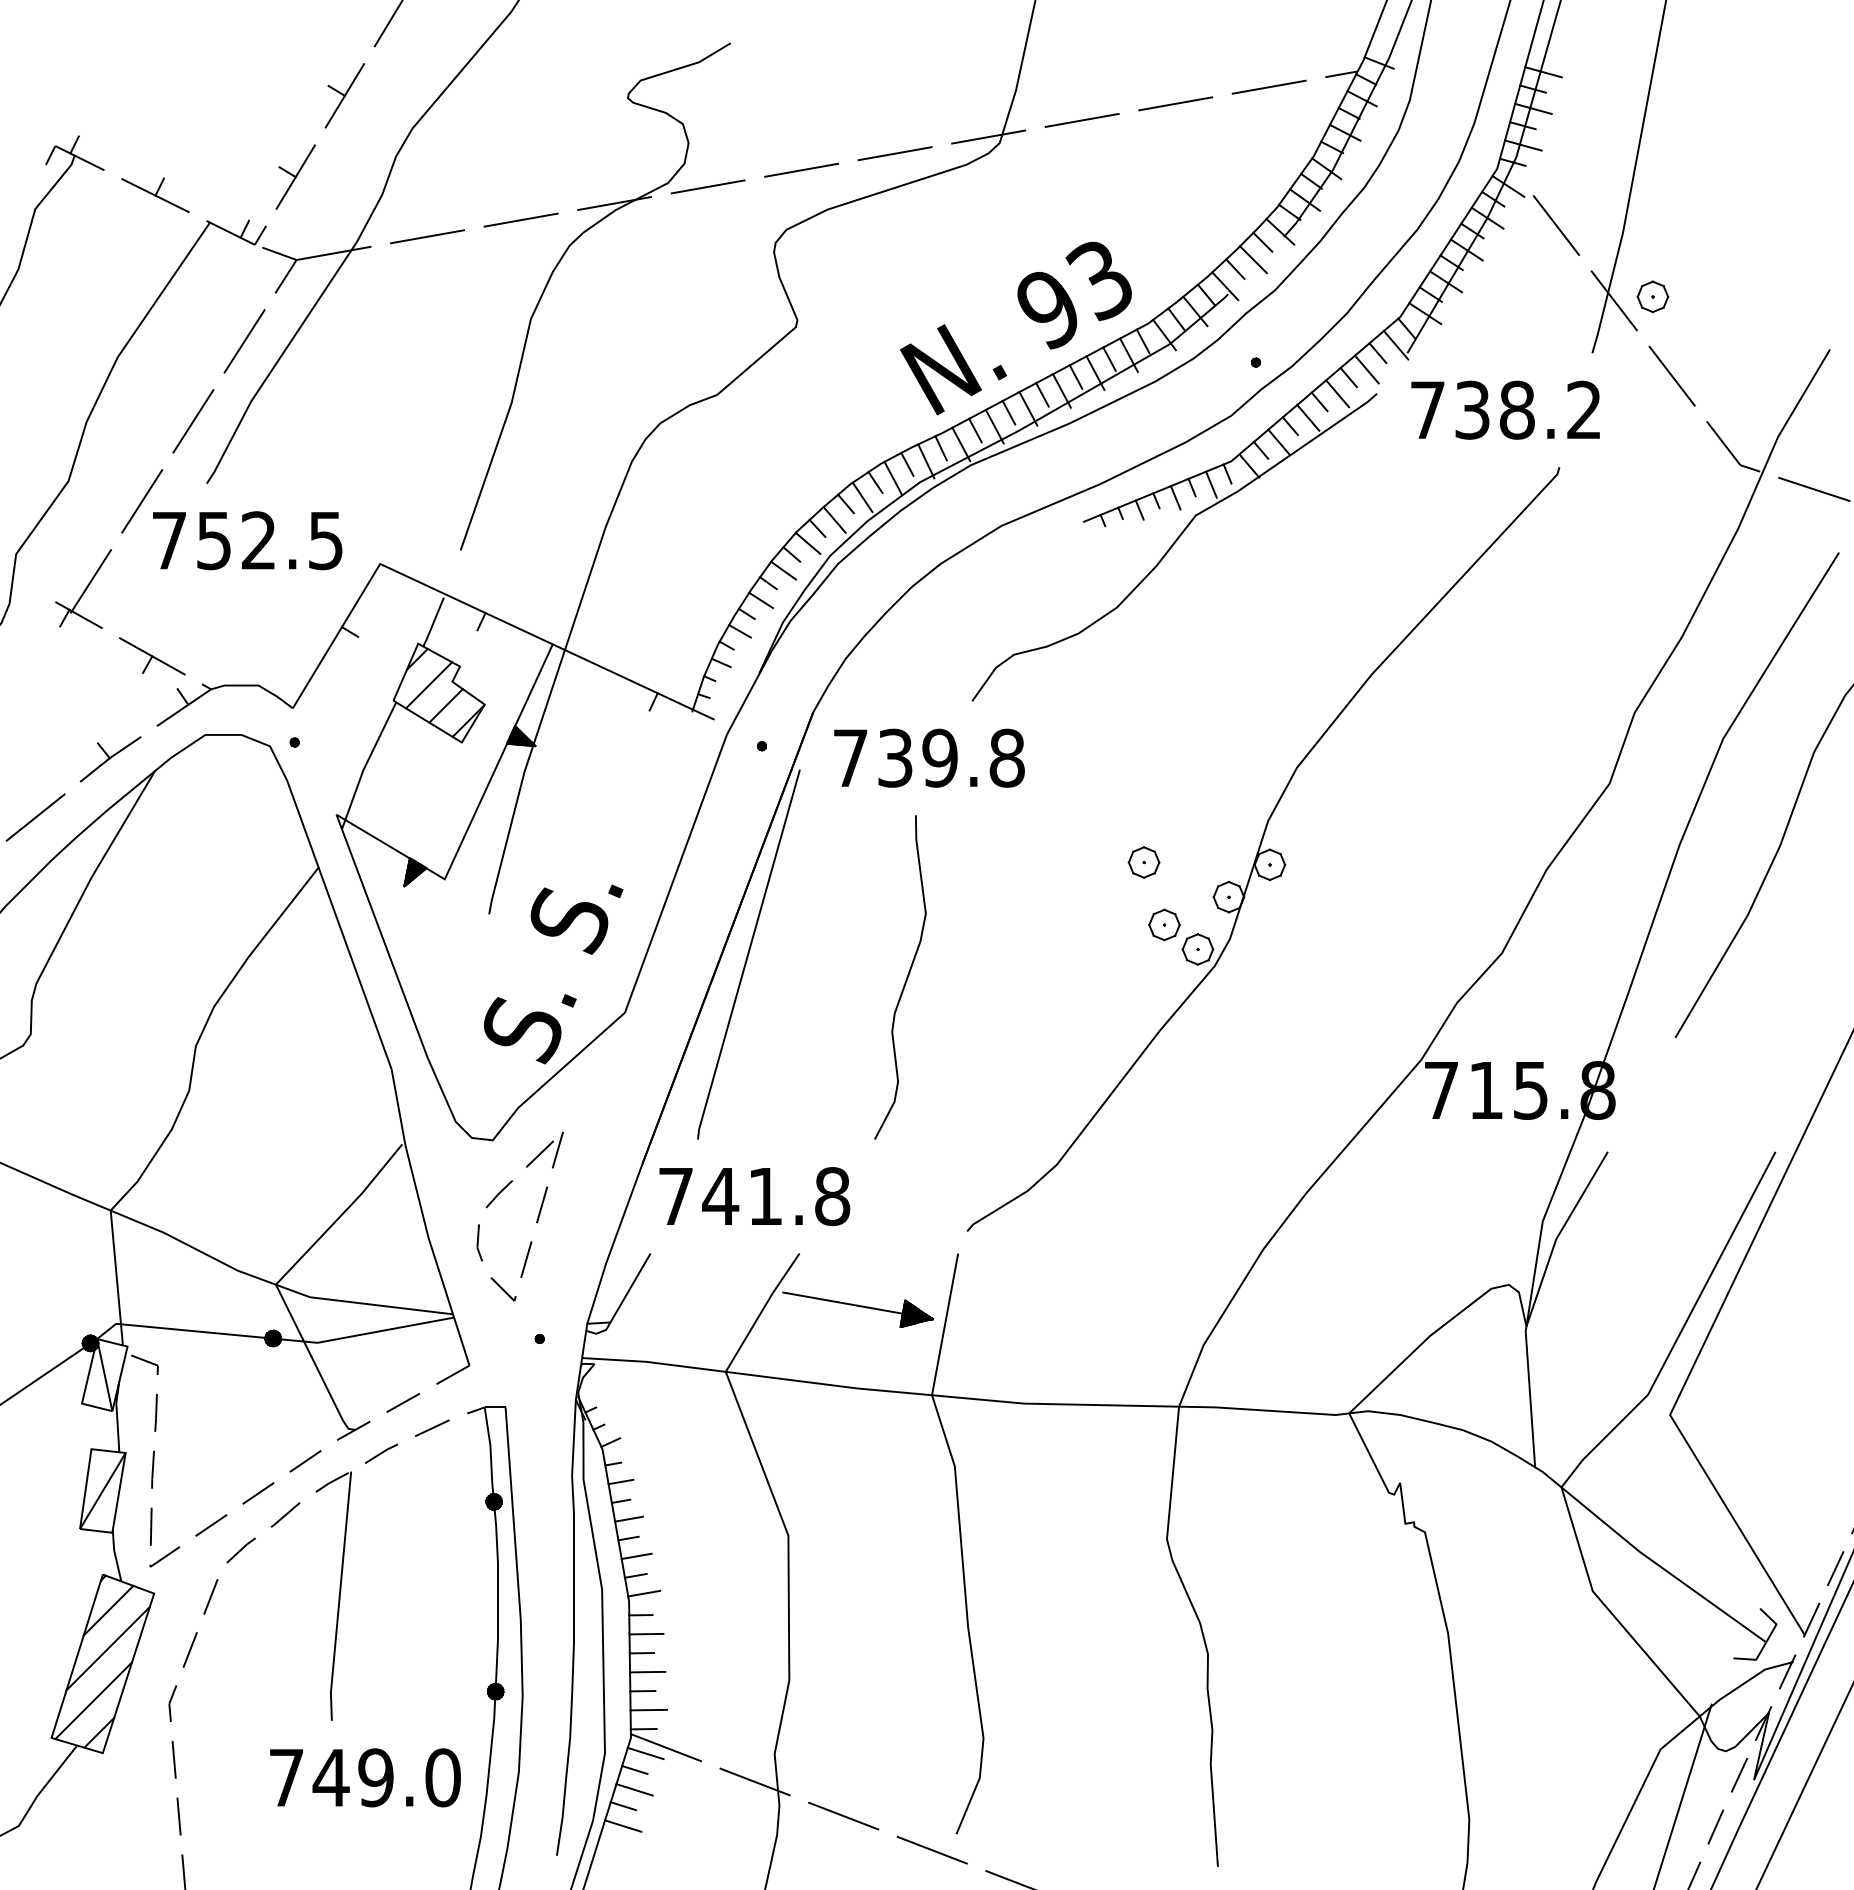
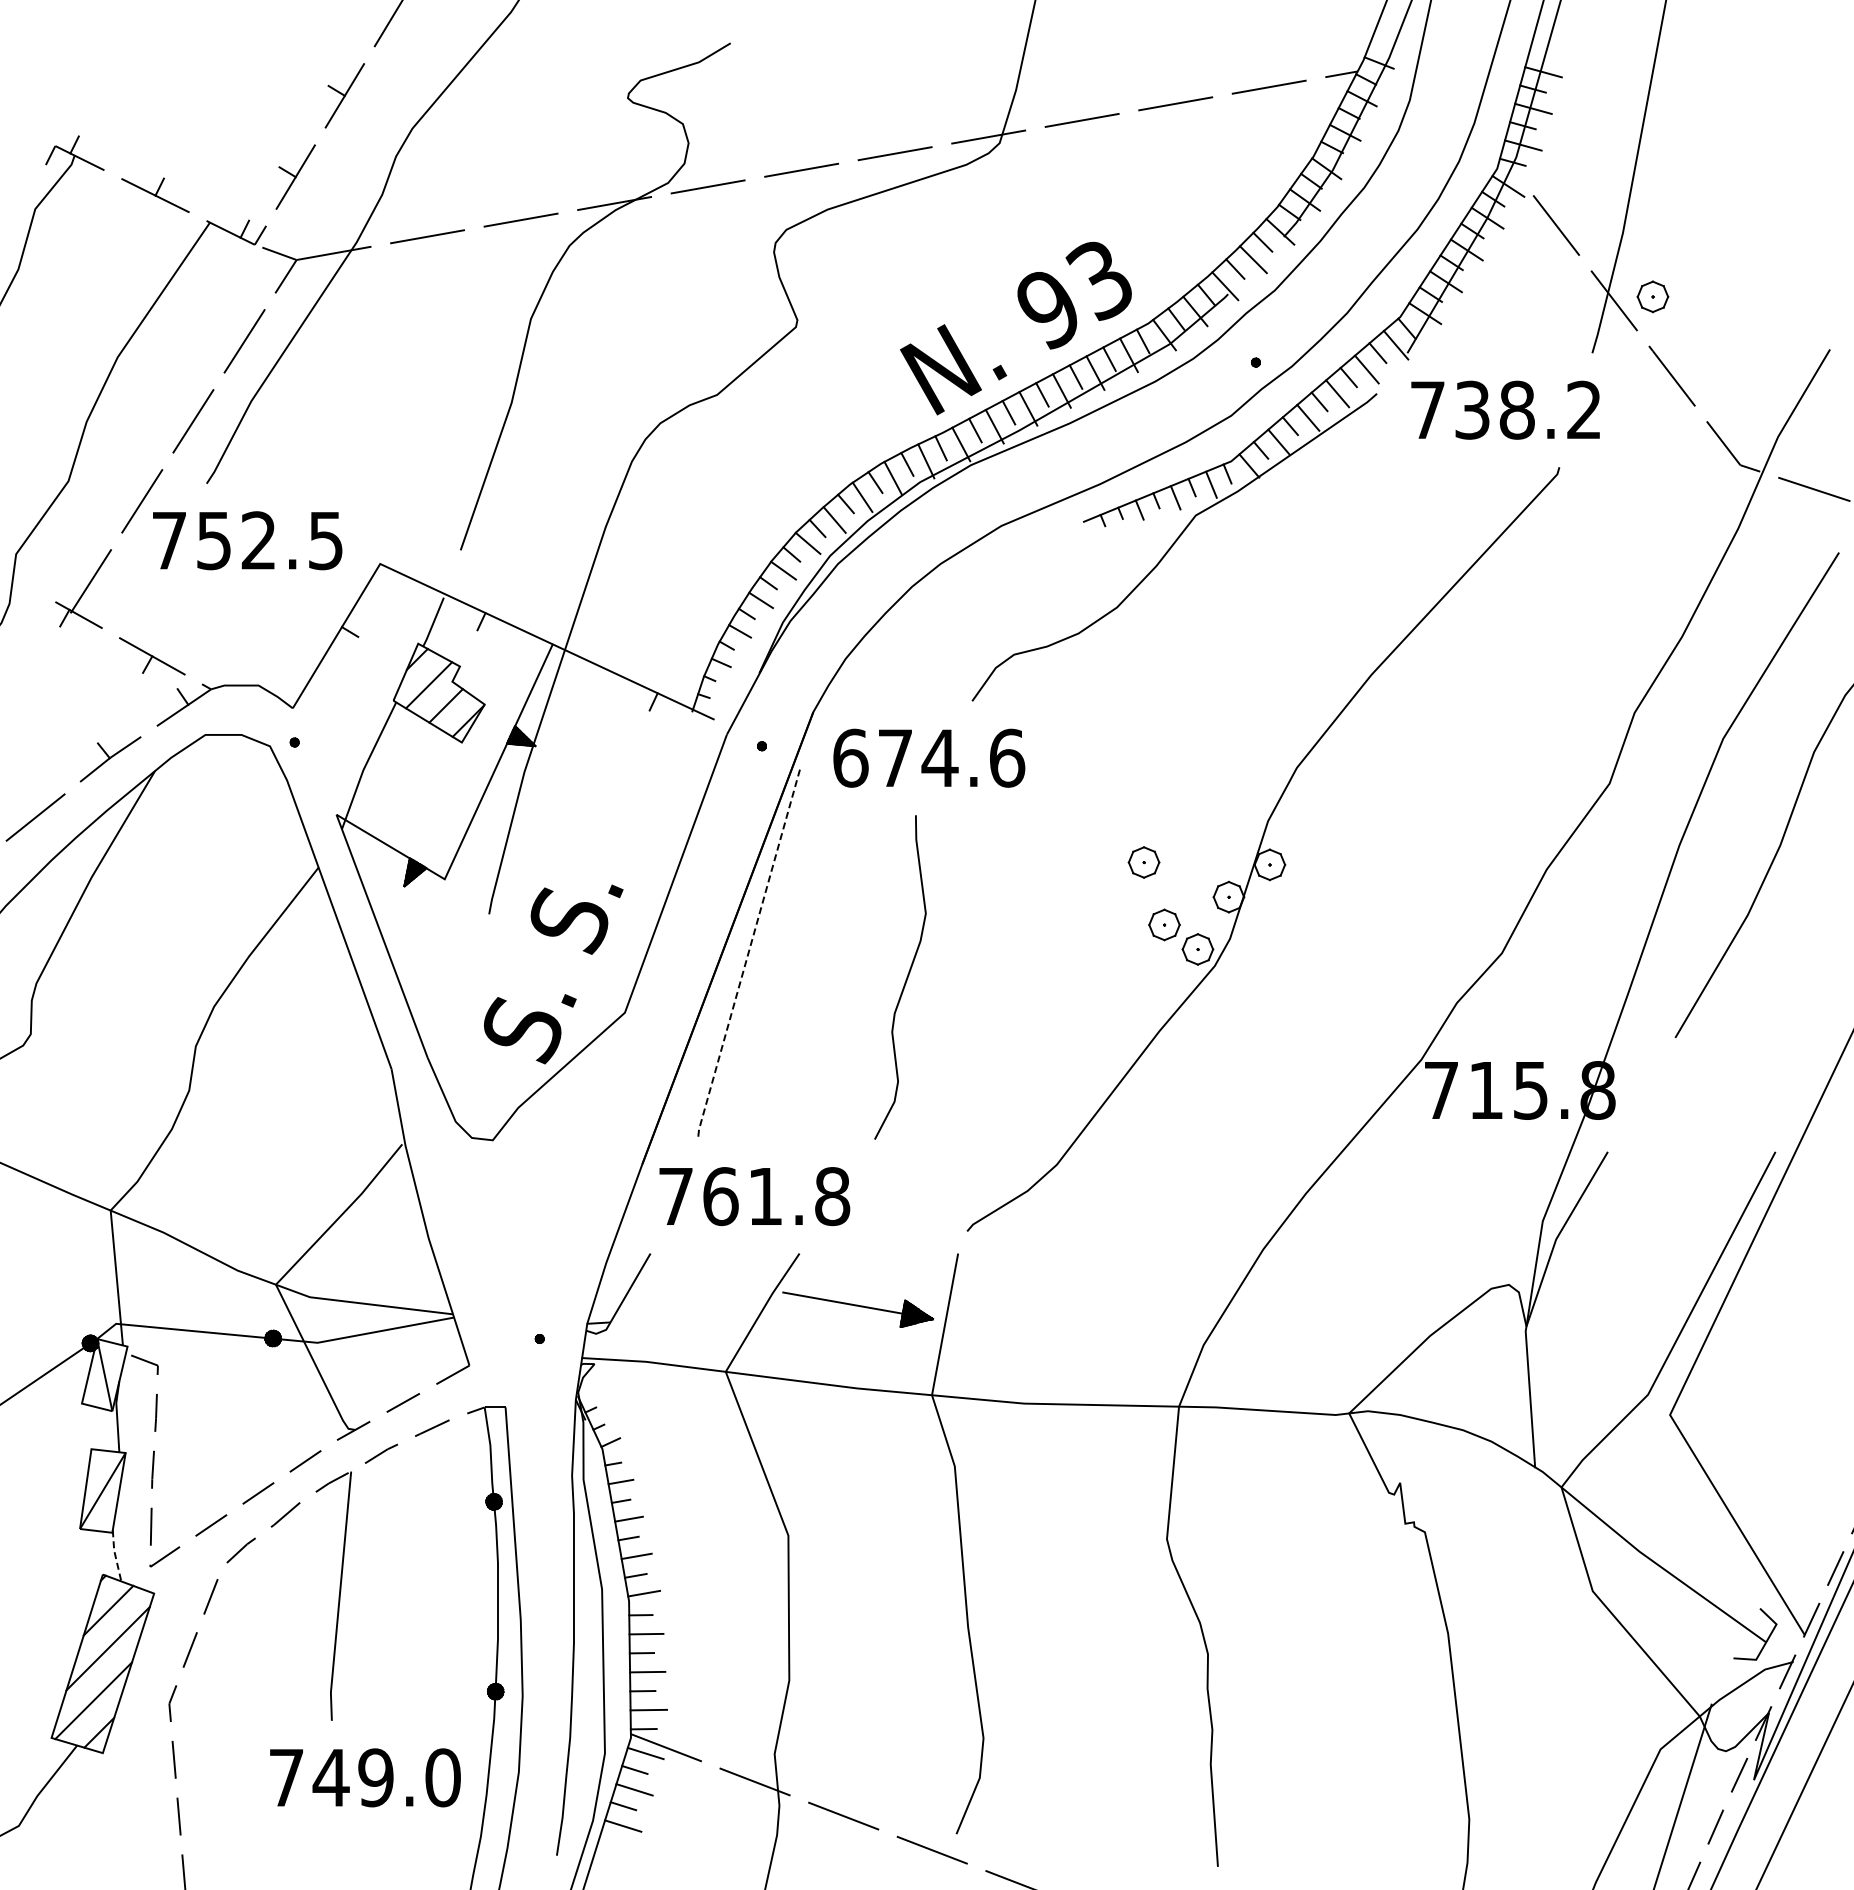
text at (929, 757): 739.8 -> 674.6
line at (747, 955): solid -> dashed
text at (720, 1196): 741.8 -> 761.8
part at (536, 1220): present -> none
line at (115, 1555): solid -> dashed
